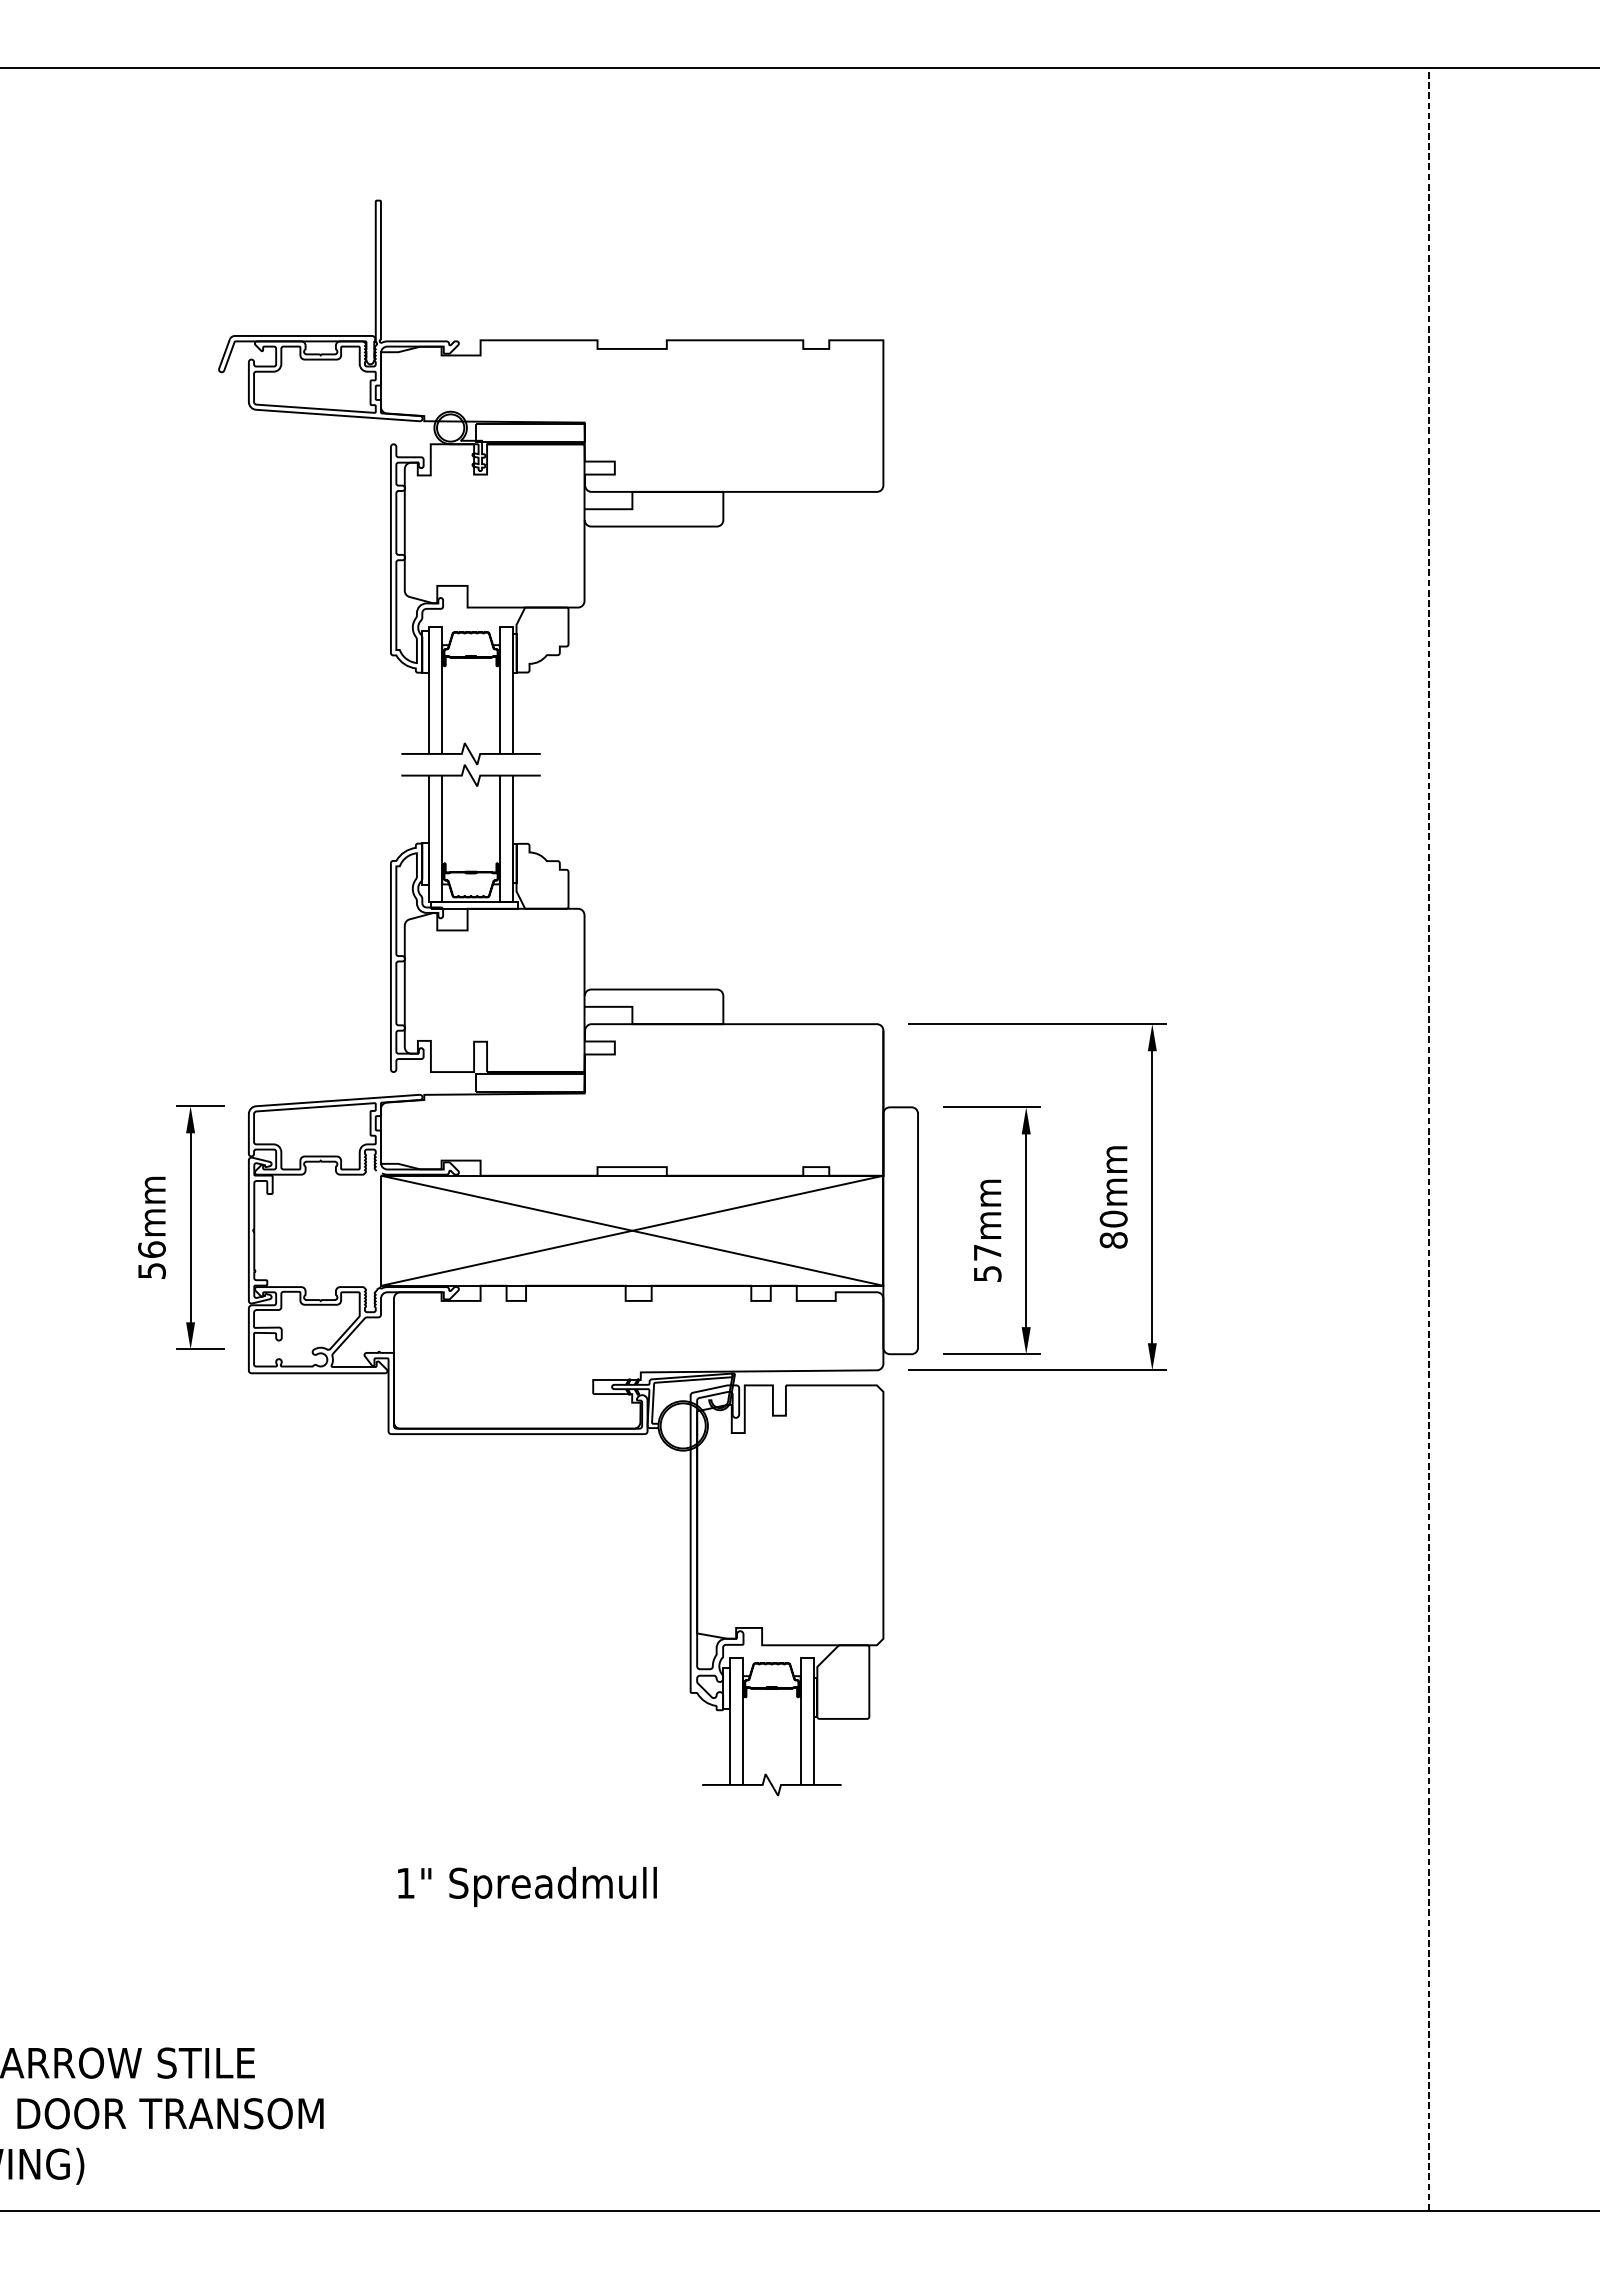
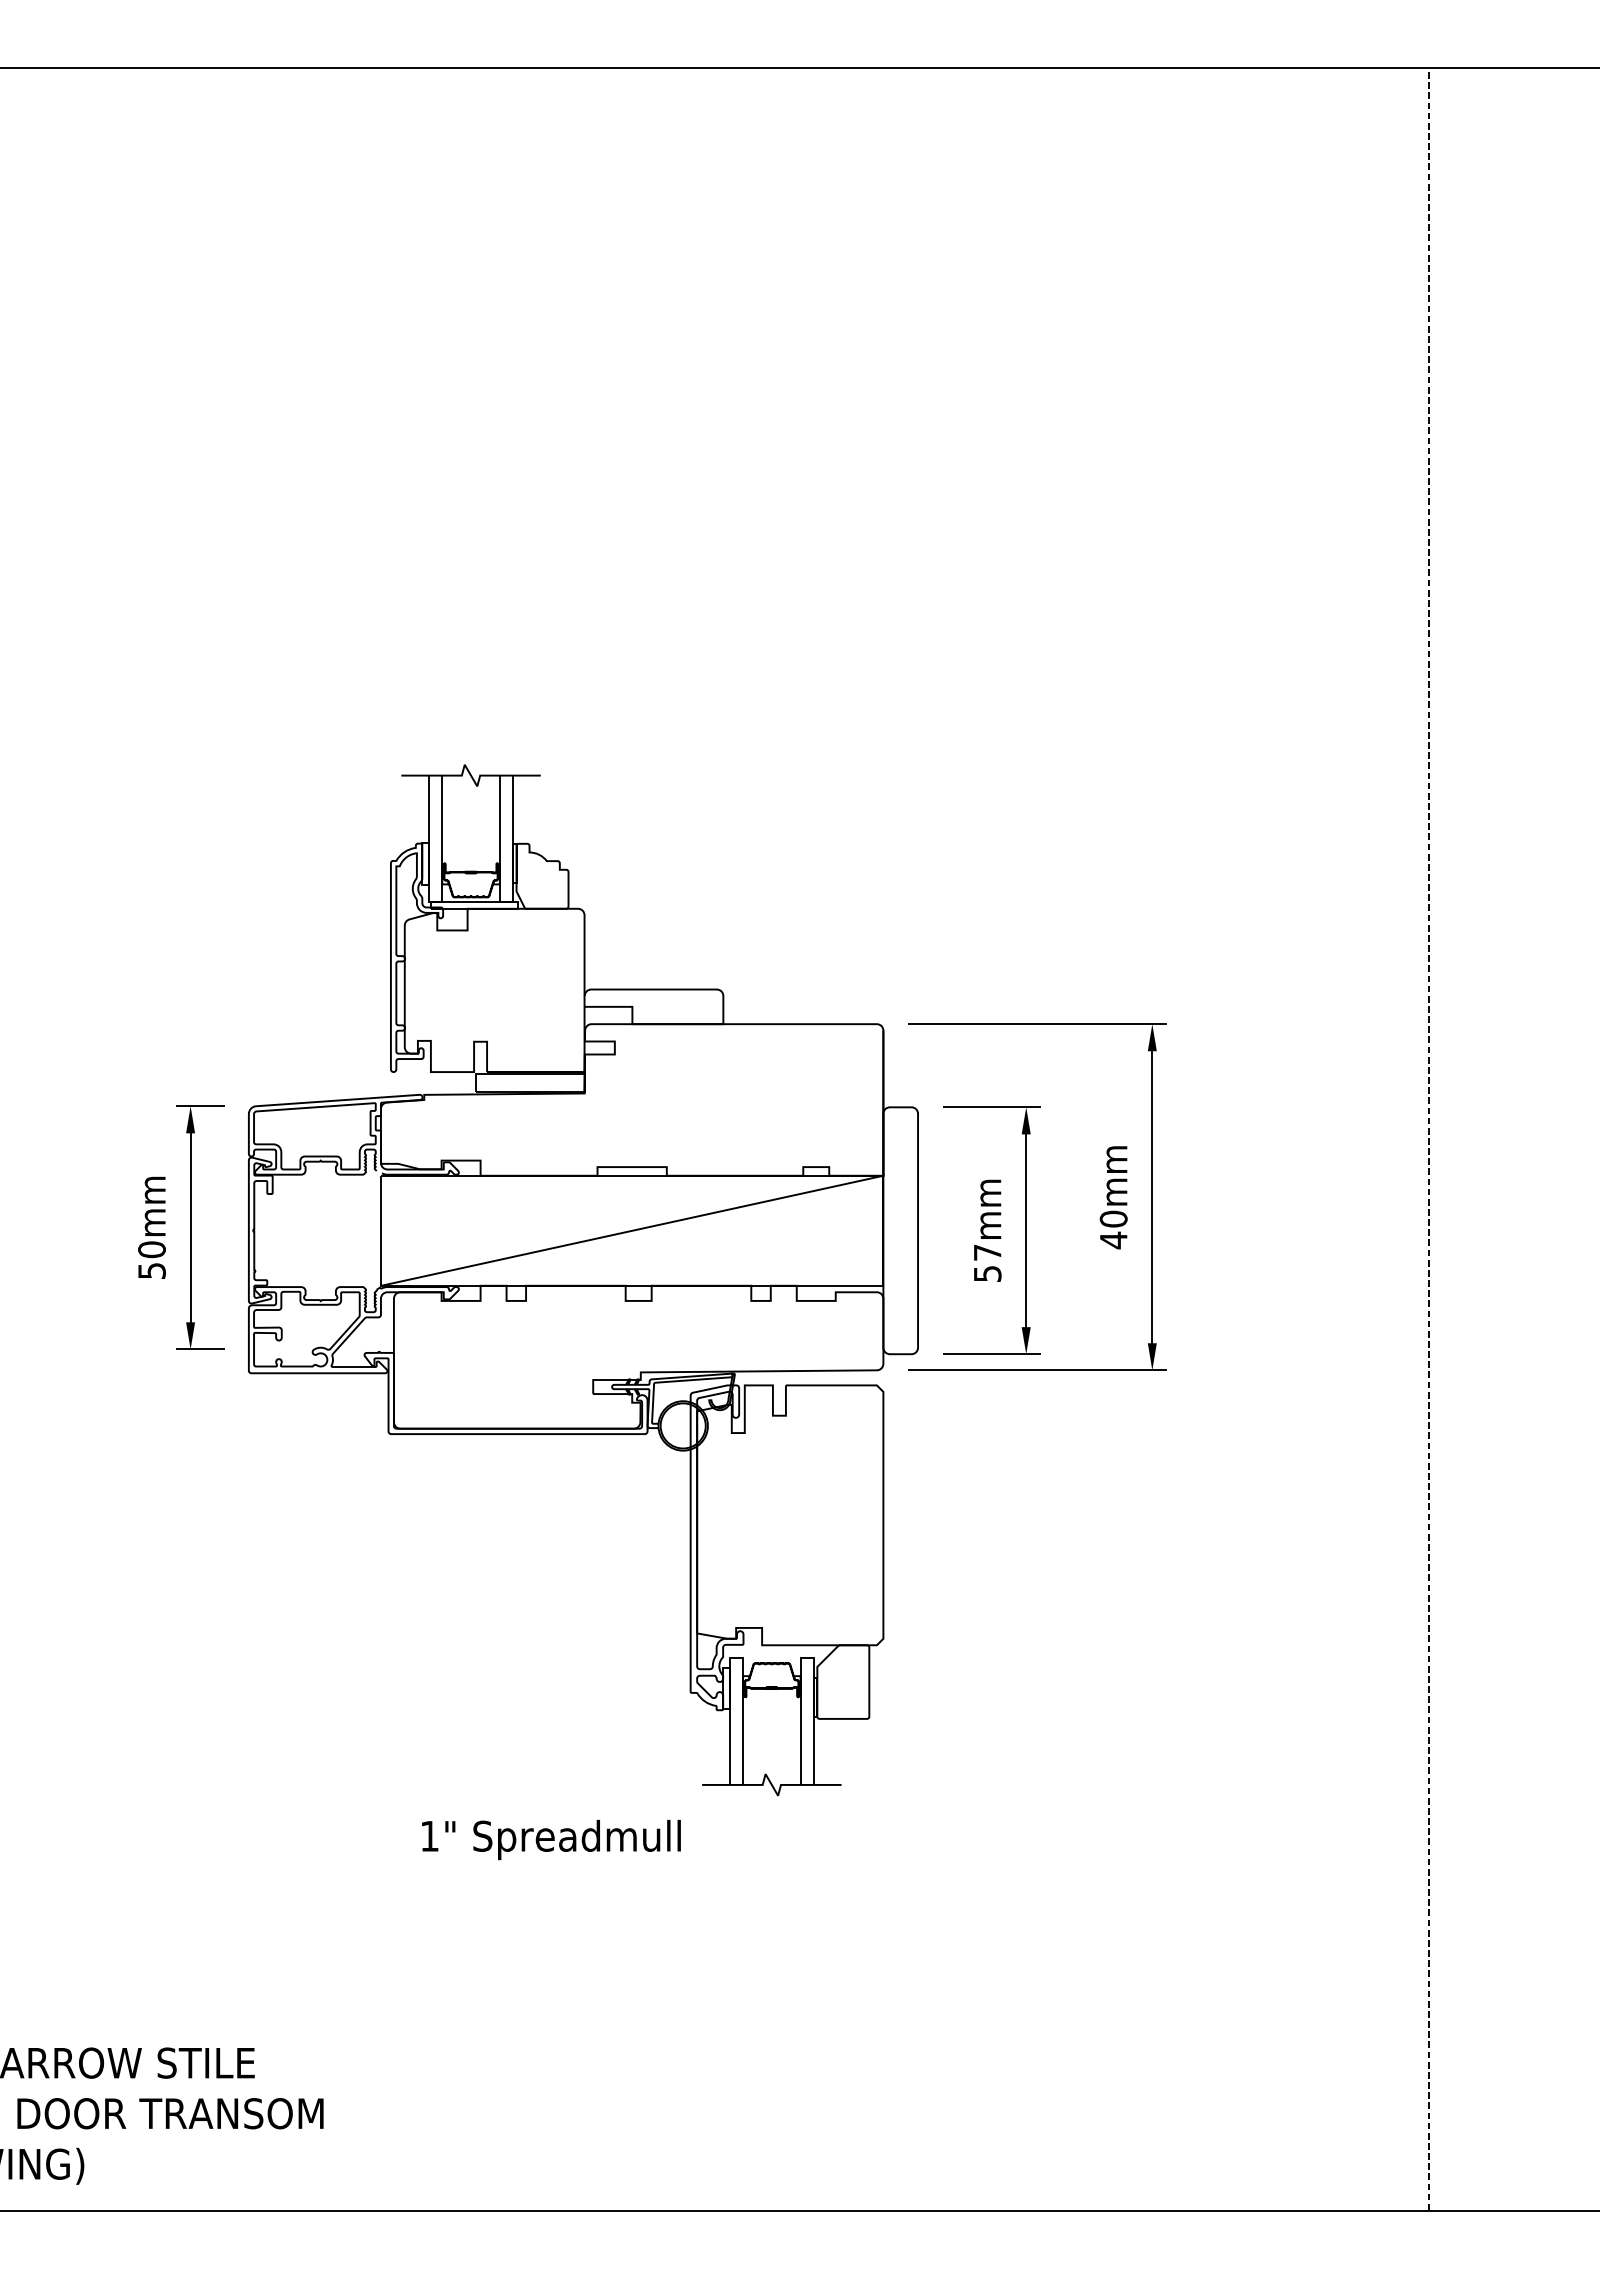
part at (551, 482): present -> none
line at (632, 1230): present -> none
text at (1113, 1240): 80mm -> 40mm
text at (151, 1249): 56mm -> 50mm
text at (527, 1887) position: (527, 1887) -> (551, 1840)
